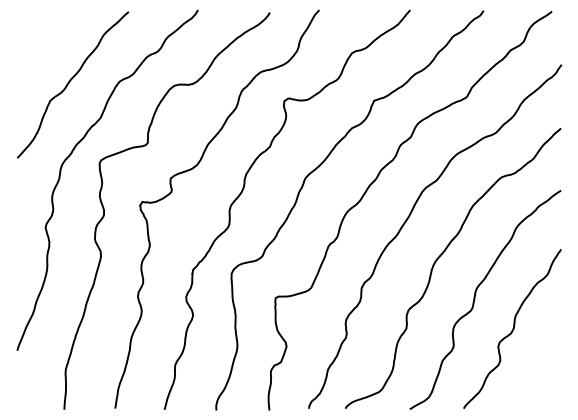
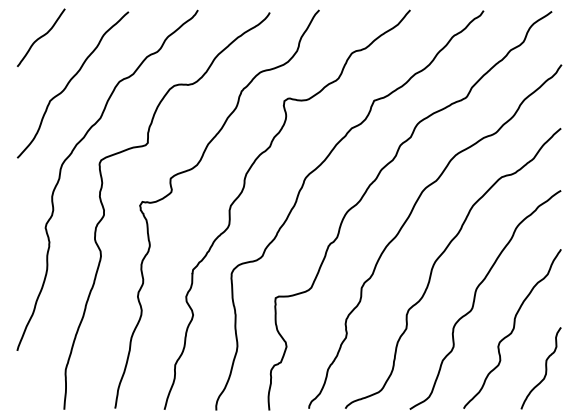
curve at (40, 37): none -> present
curve at (545, 368): none -> present
